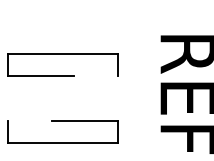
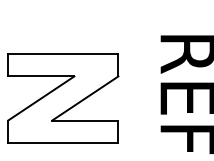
line at (41, 98): none -> present
line at (85, 98): none -> present
